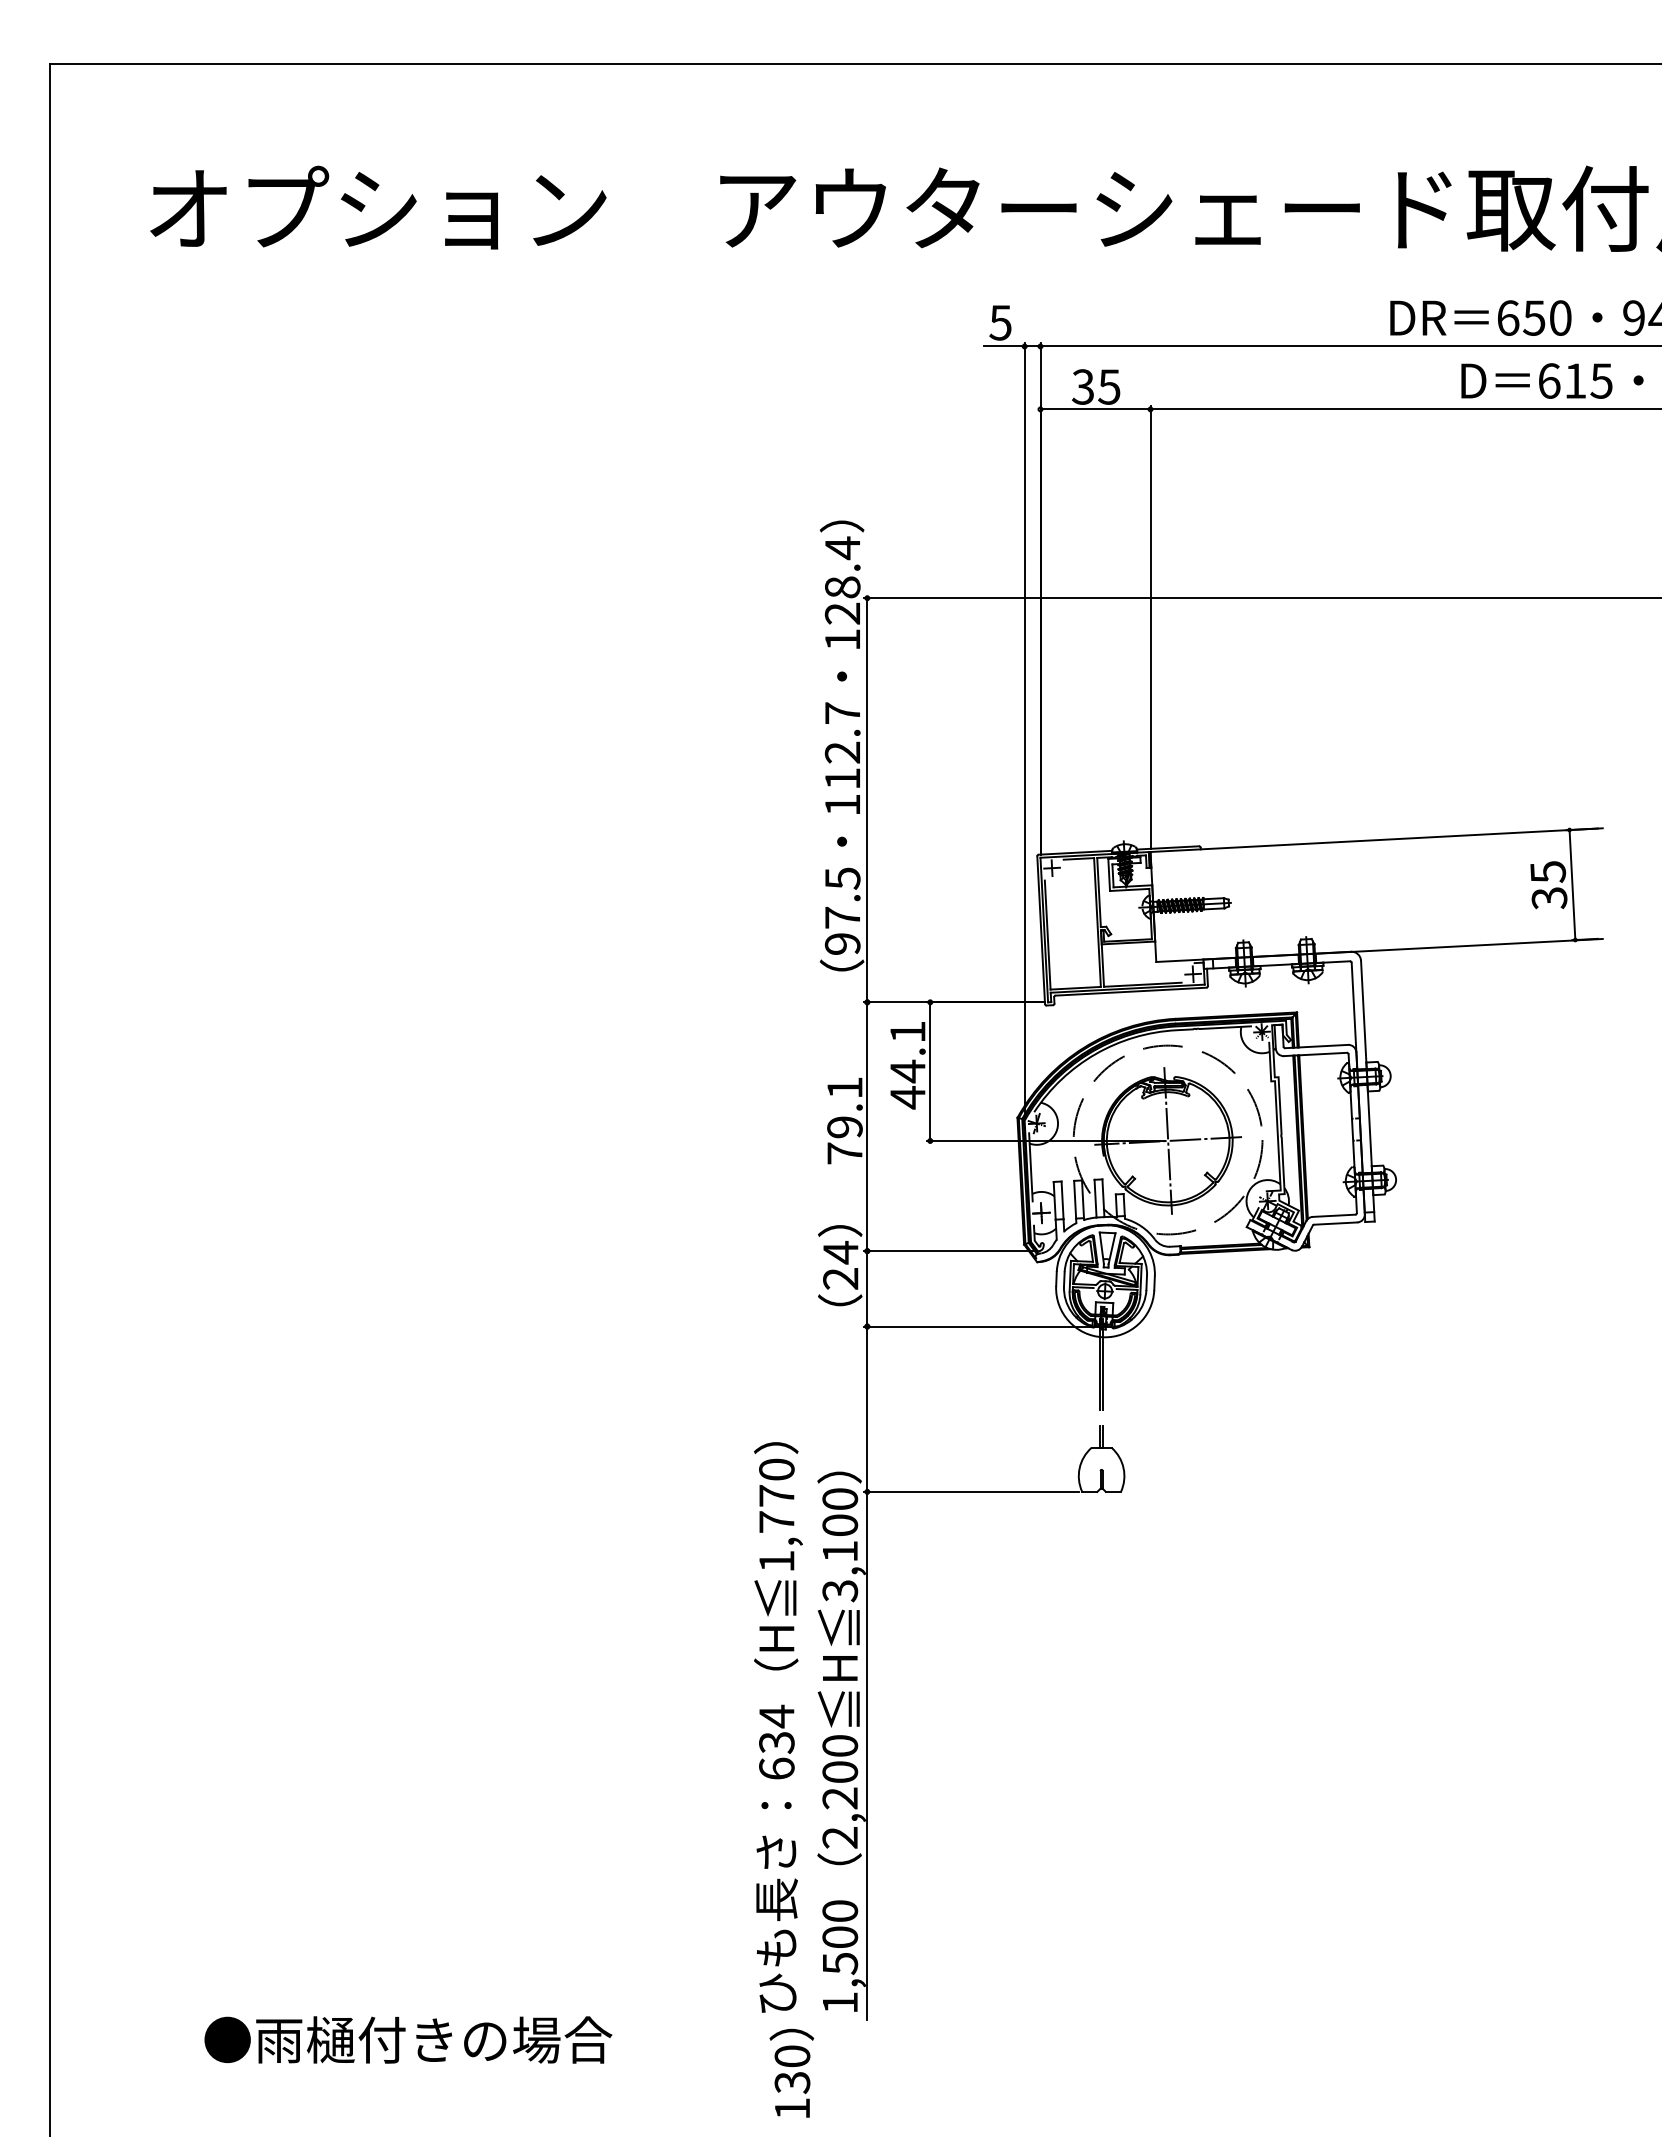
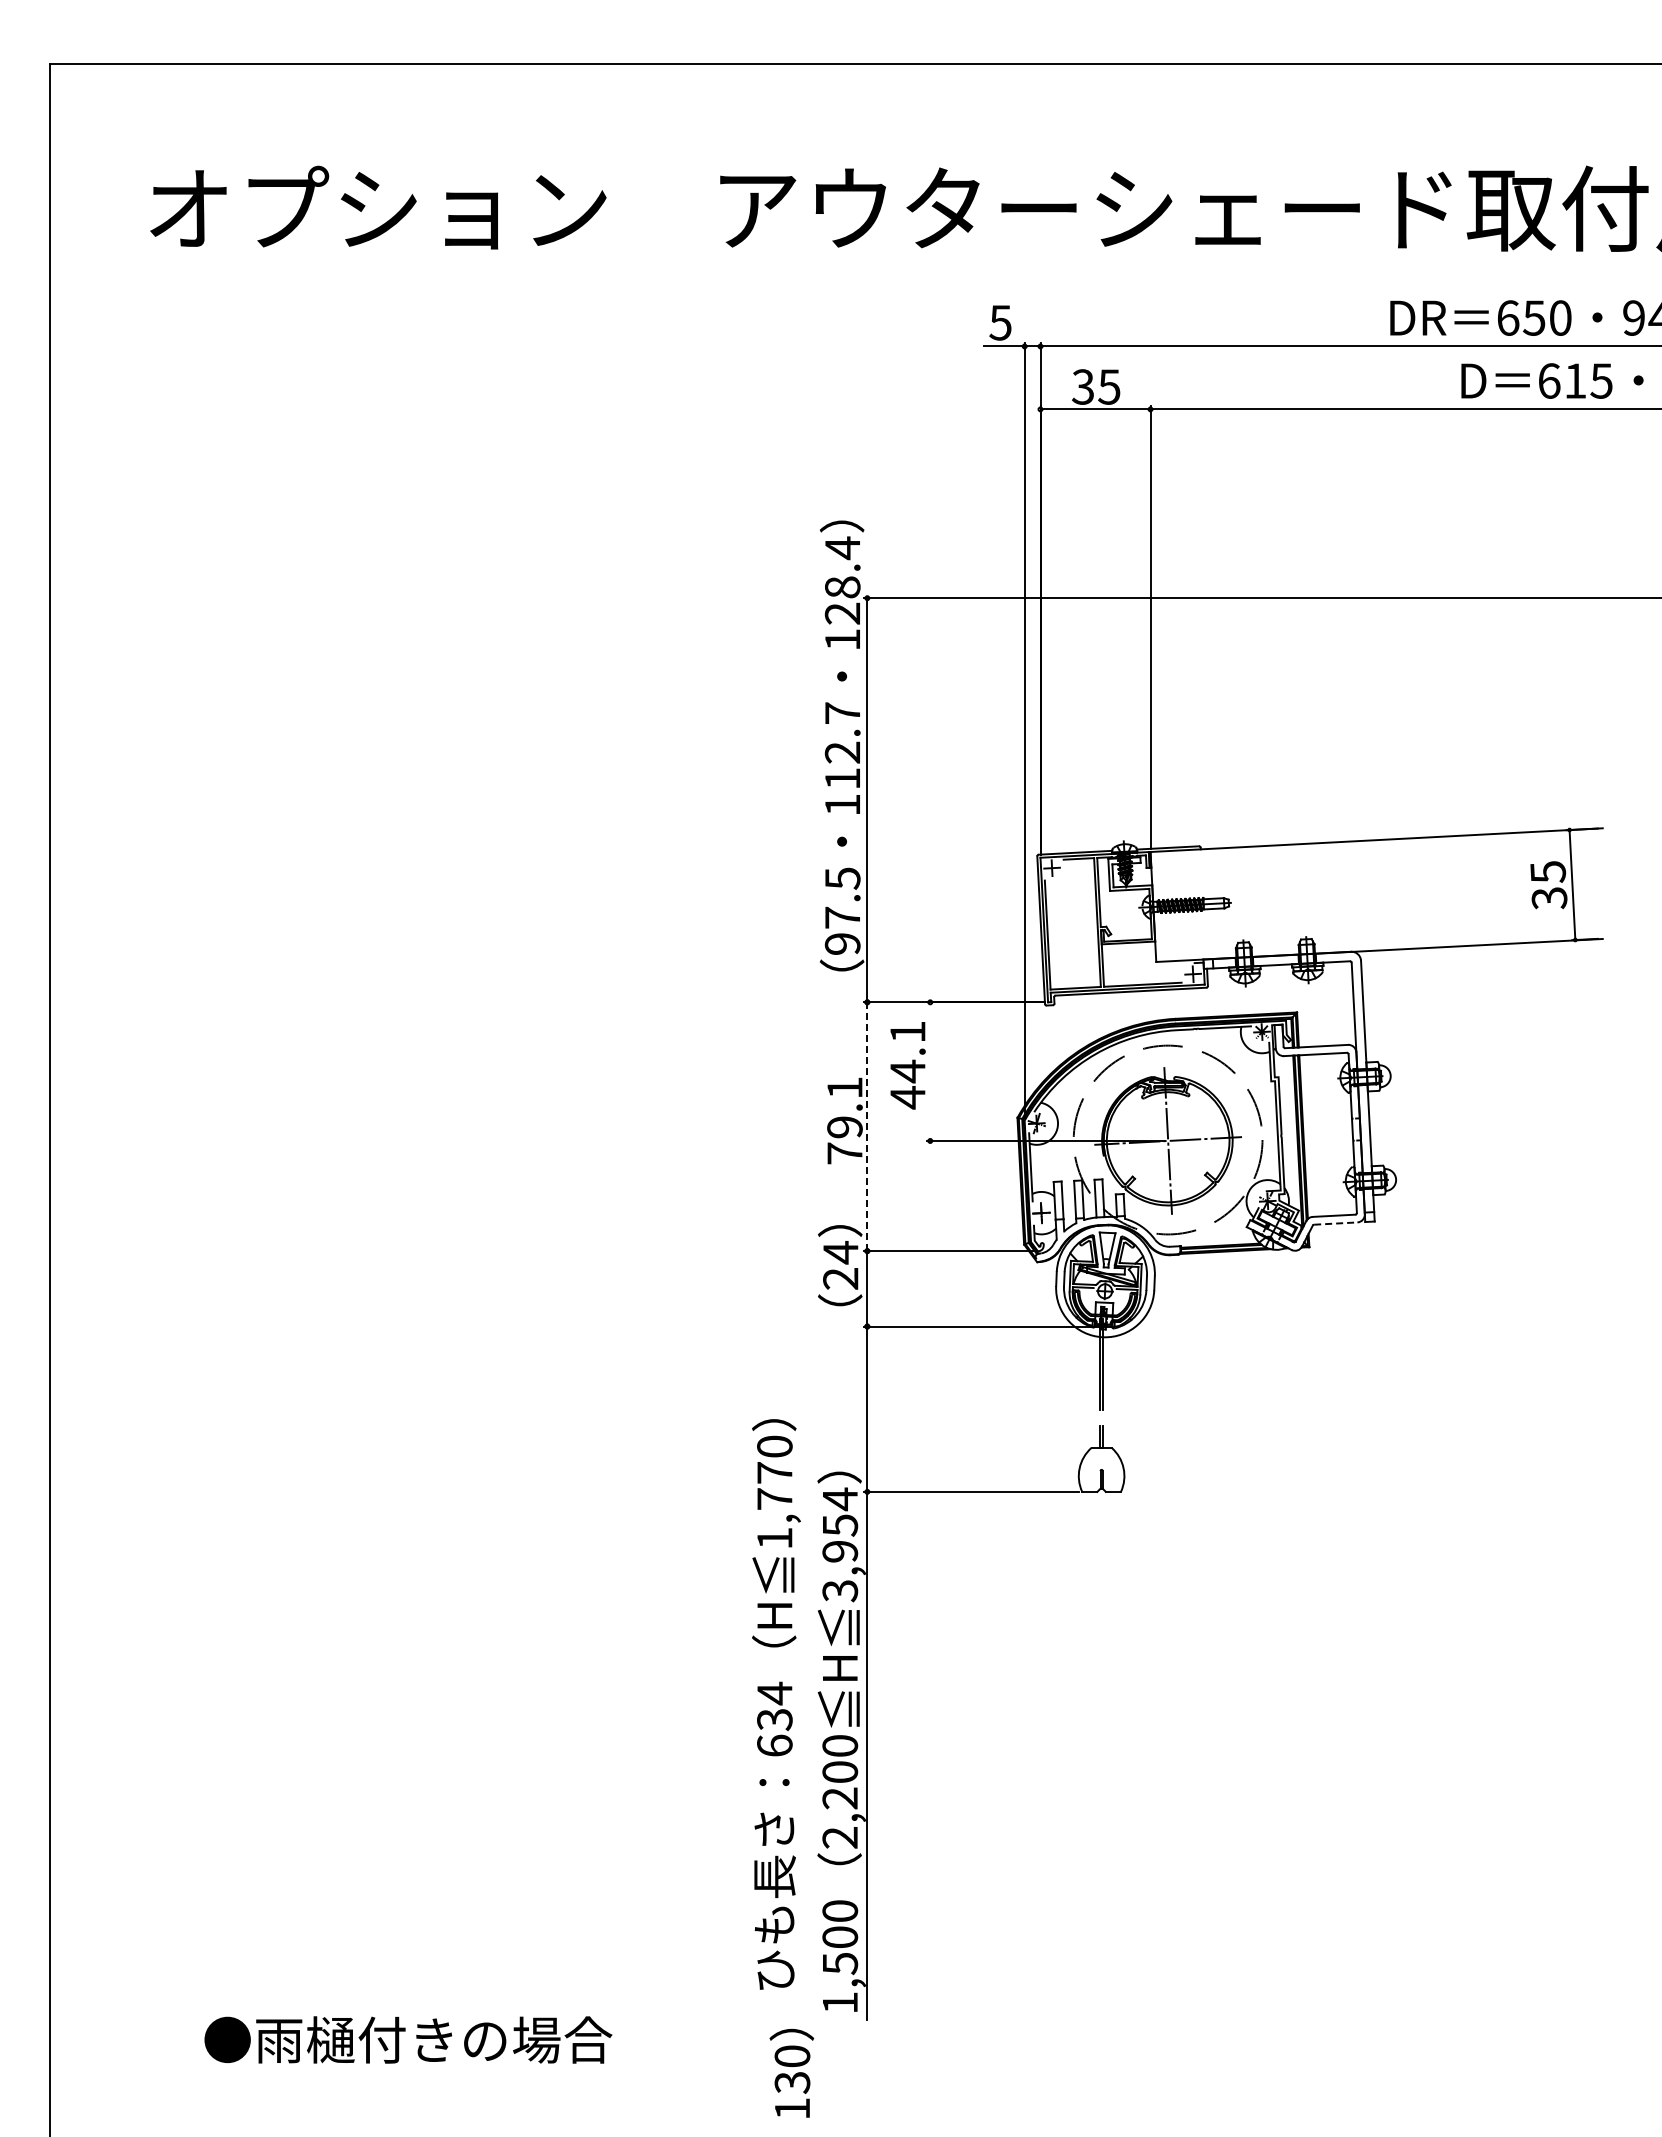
line at (930, 1071): present -> none
line at (867, 1127): solid -> dashed
line at (1335, 1223): solid -> dashed
text at (840, 1524): 3,100 -> 3,954
text at (778, 1727) position: (778, 1727) -> (776, 1704)
